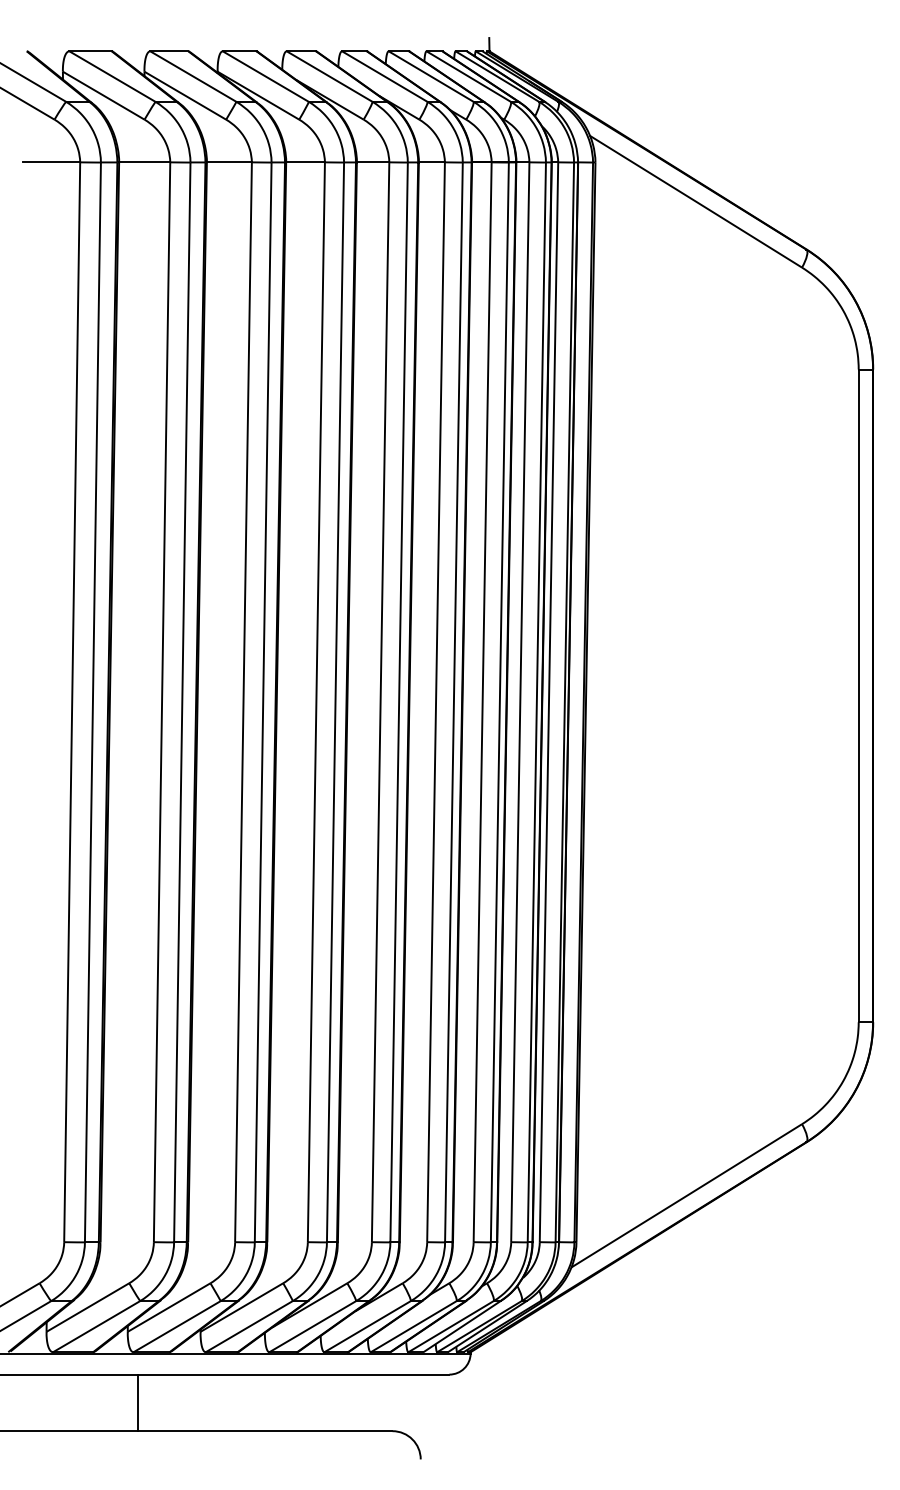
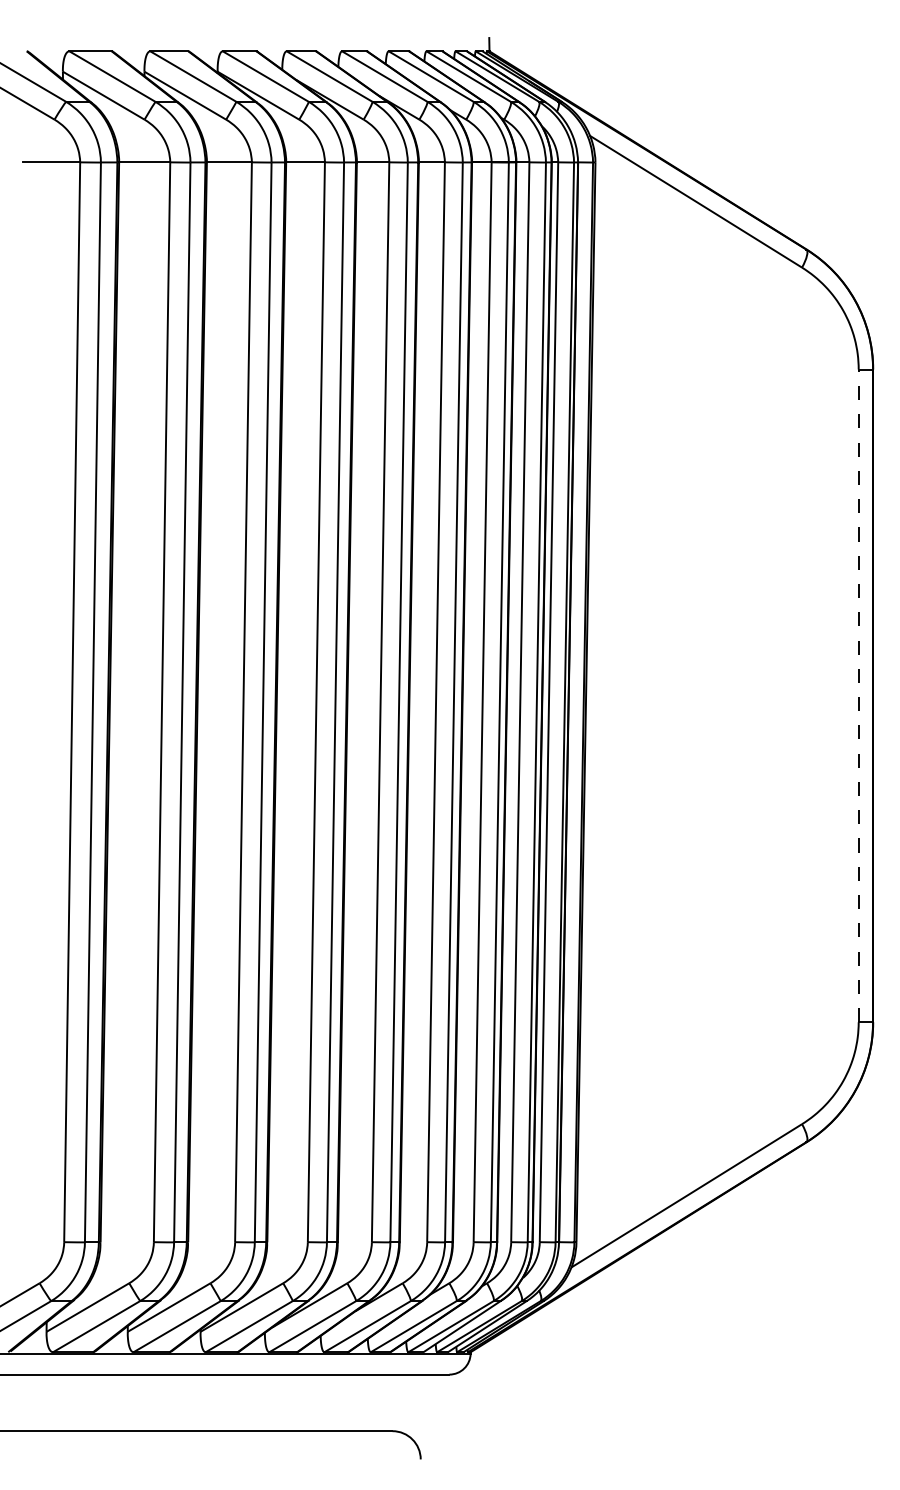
line at (858, 695): solid -> dashed
line at (137, 1402): present -> none
